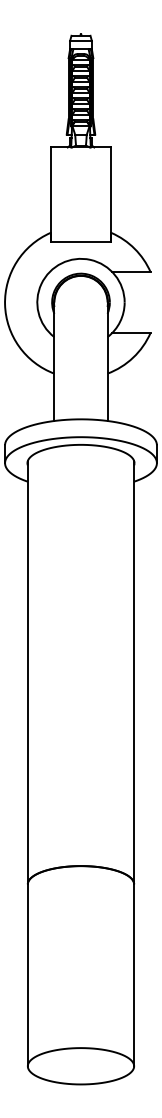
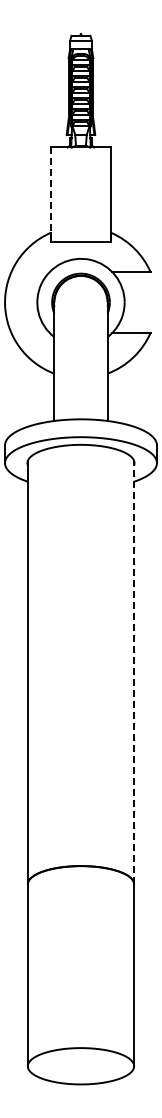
line at (50, 195): solid -> dashed
line at (134, 672): solid -> dashed
